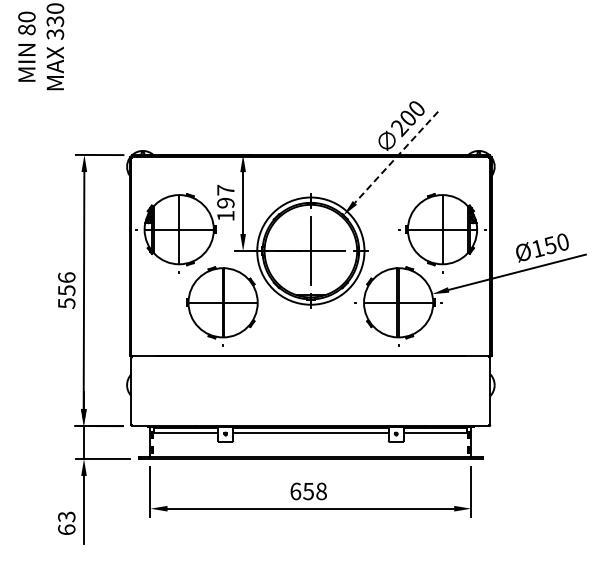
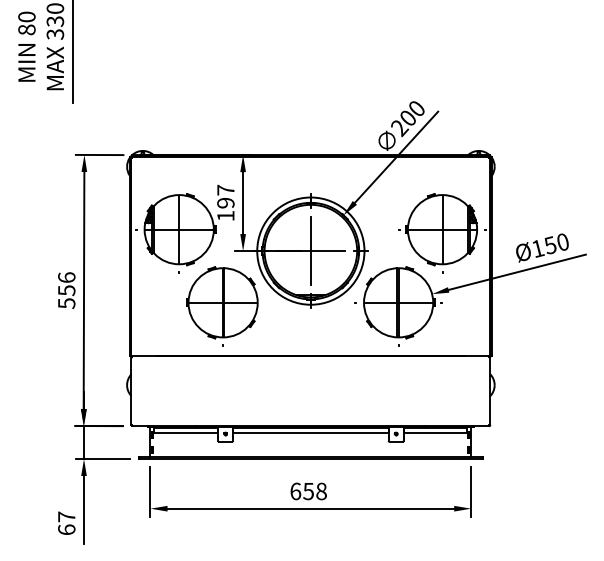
line at (72, 52): none -> present
line at (396, 157): dashed -> solid
text at (66, 516): 63 -> 67
